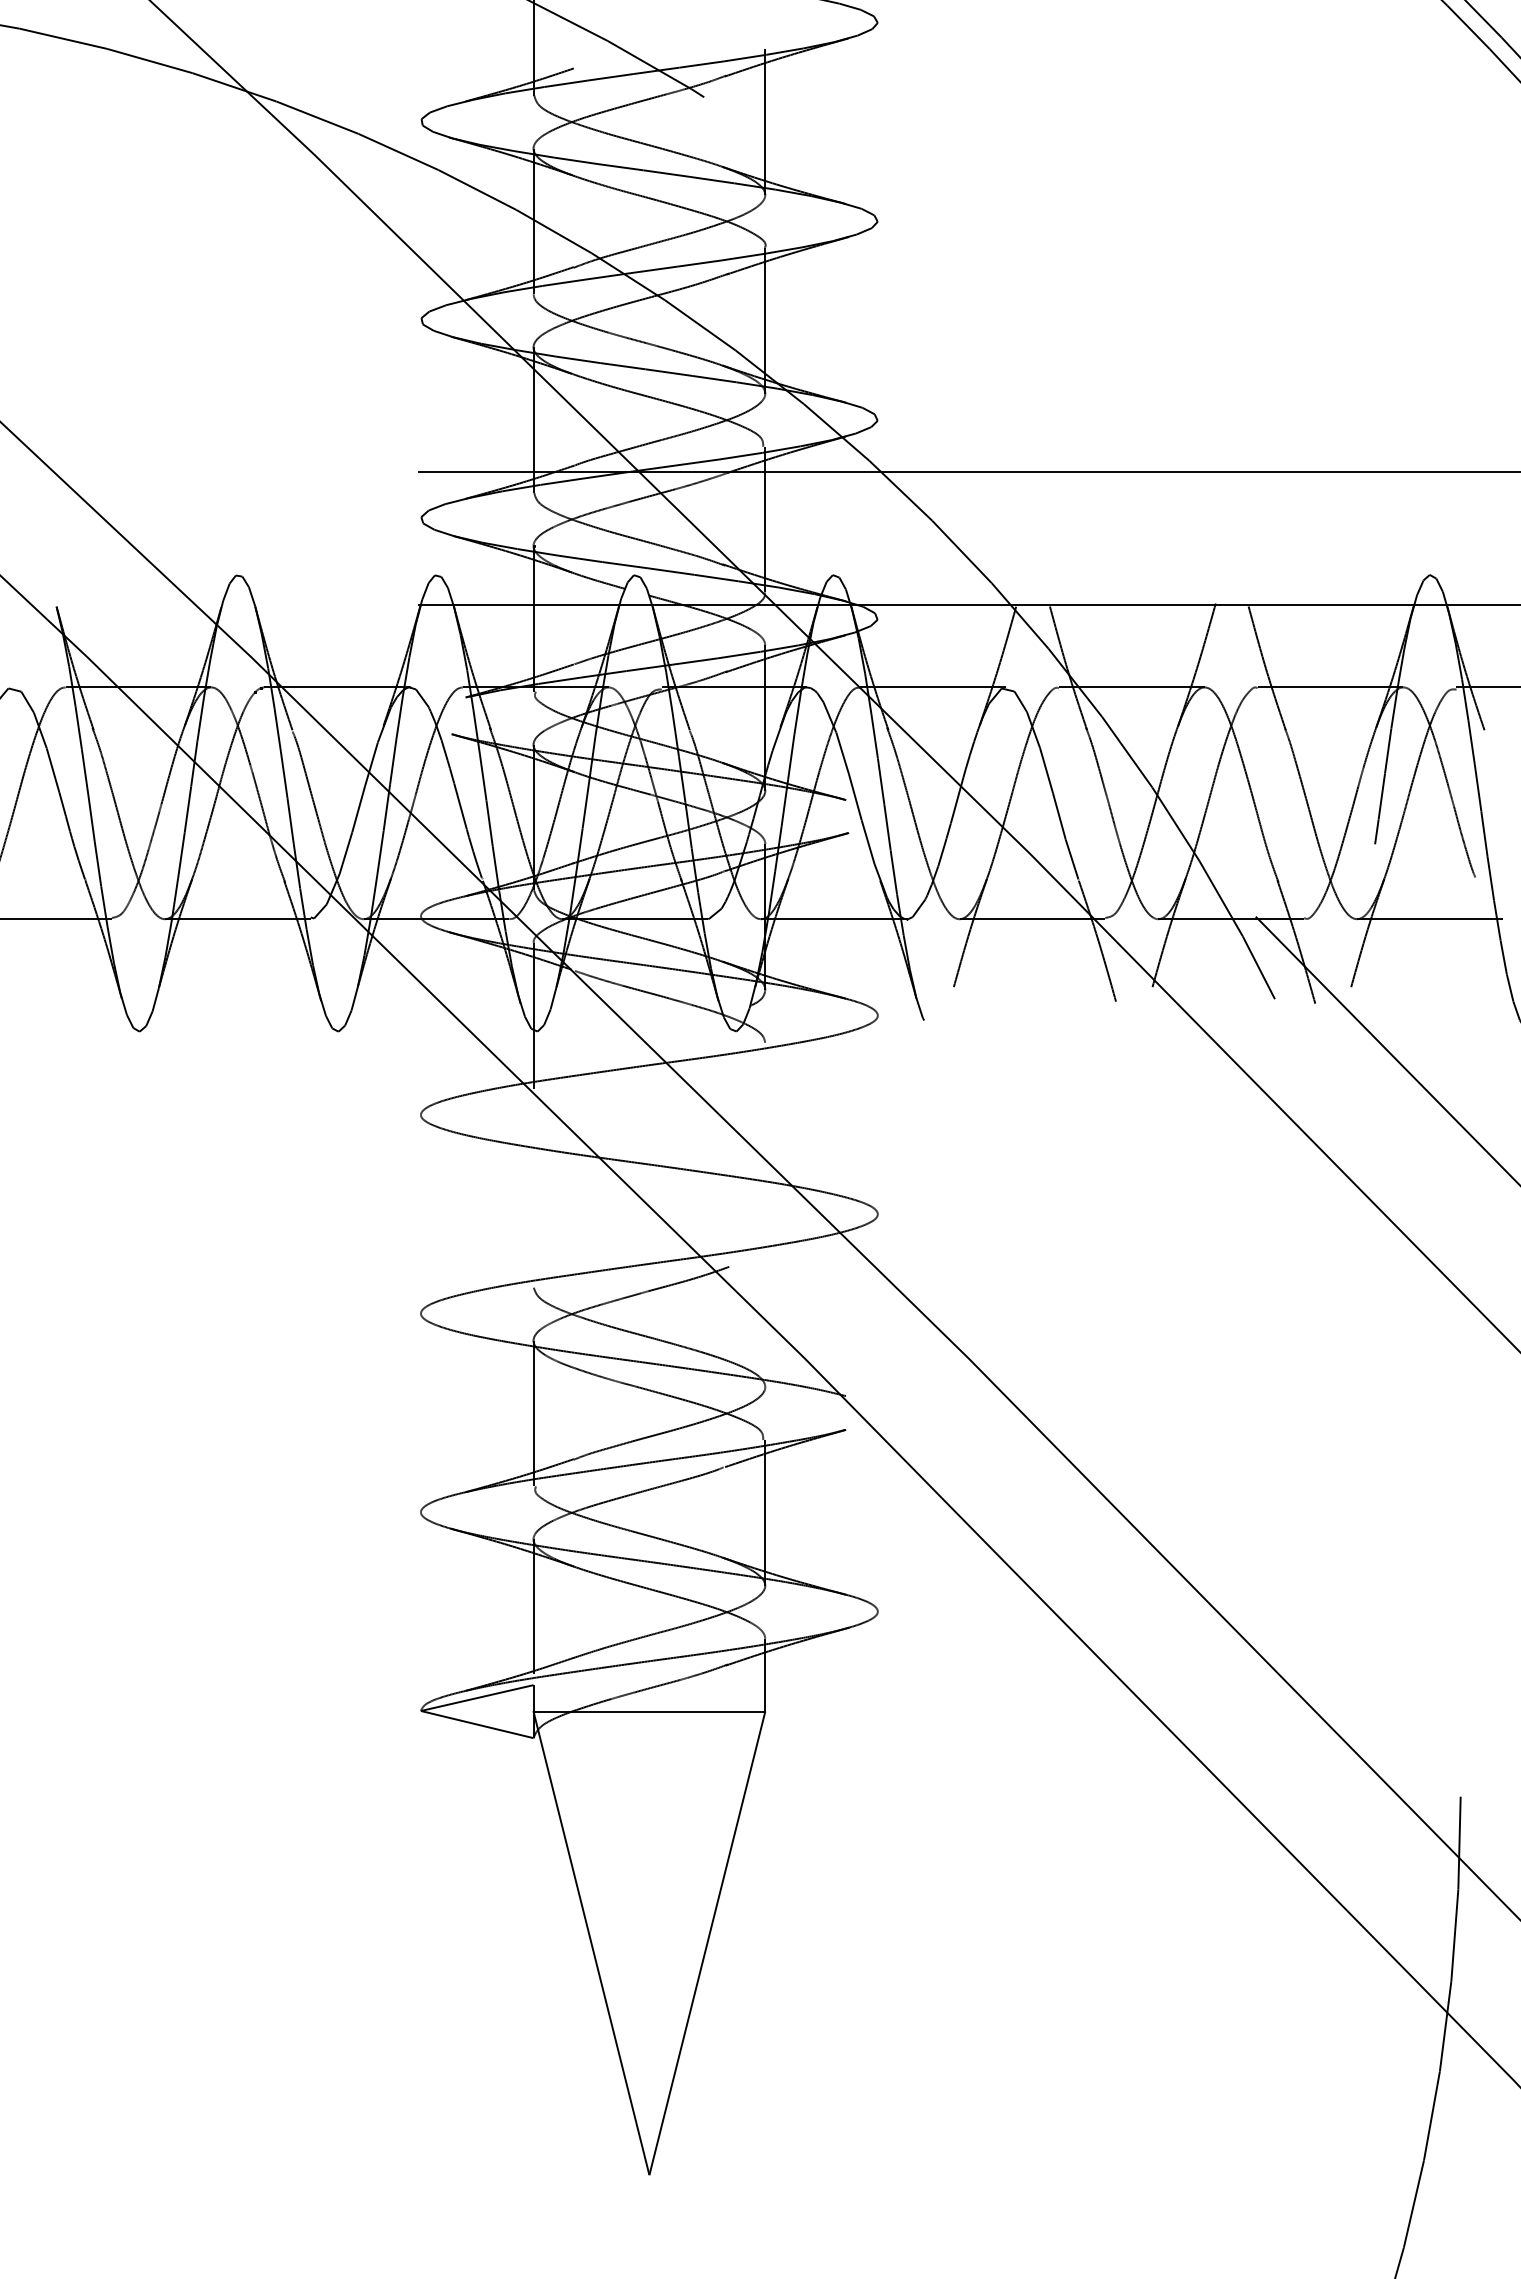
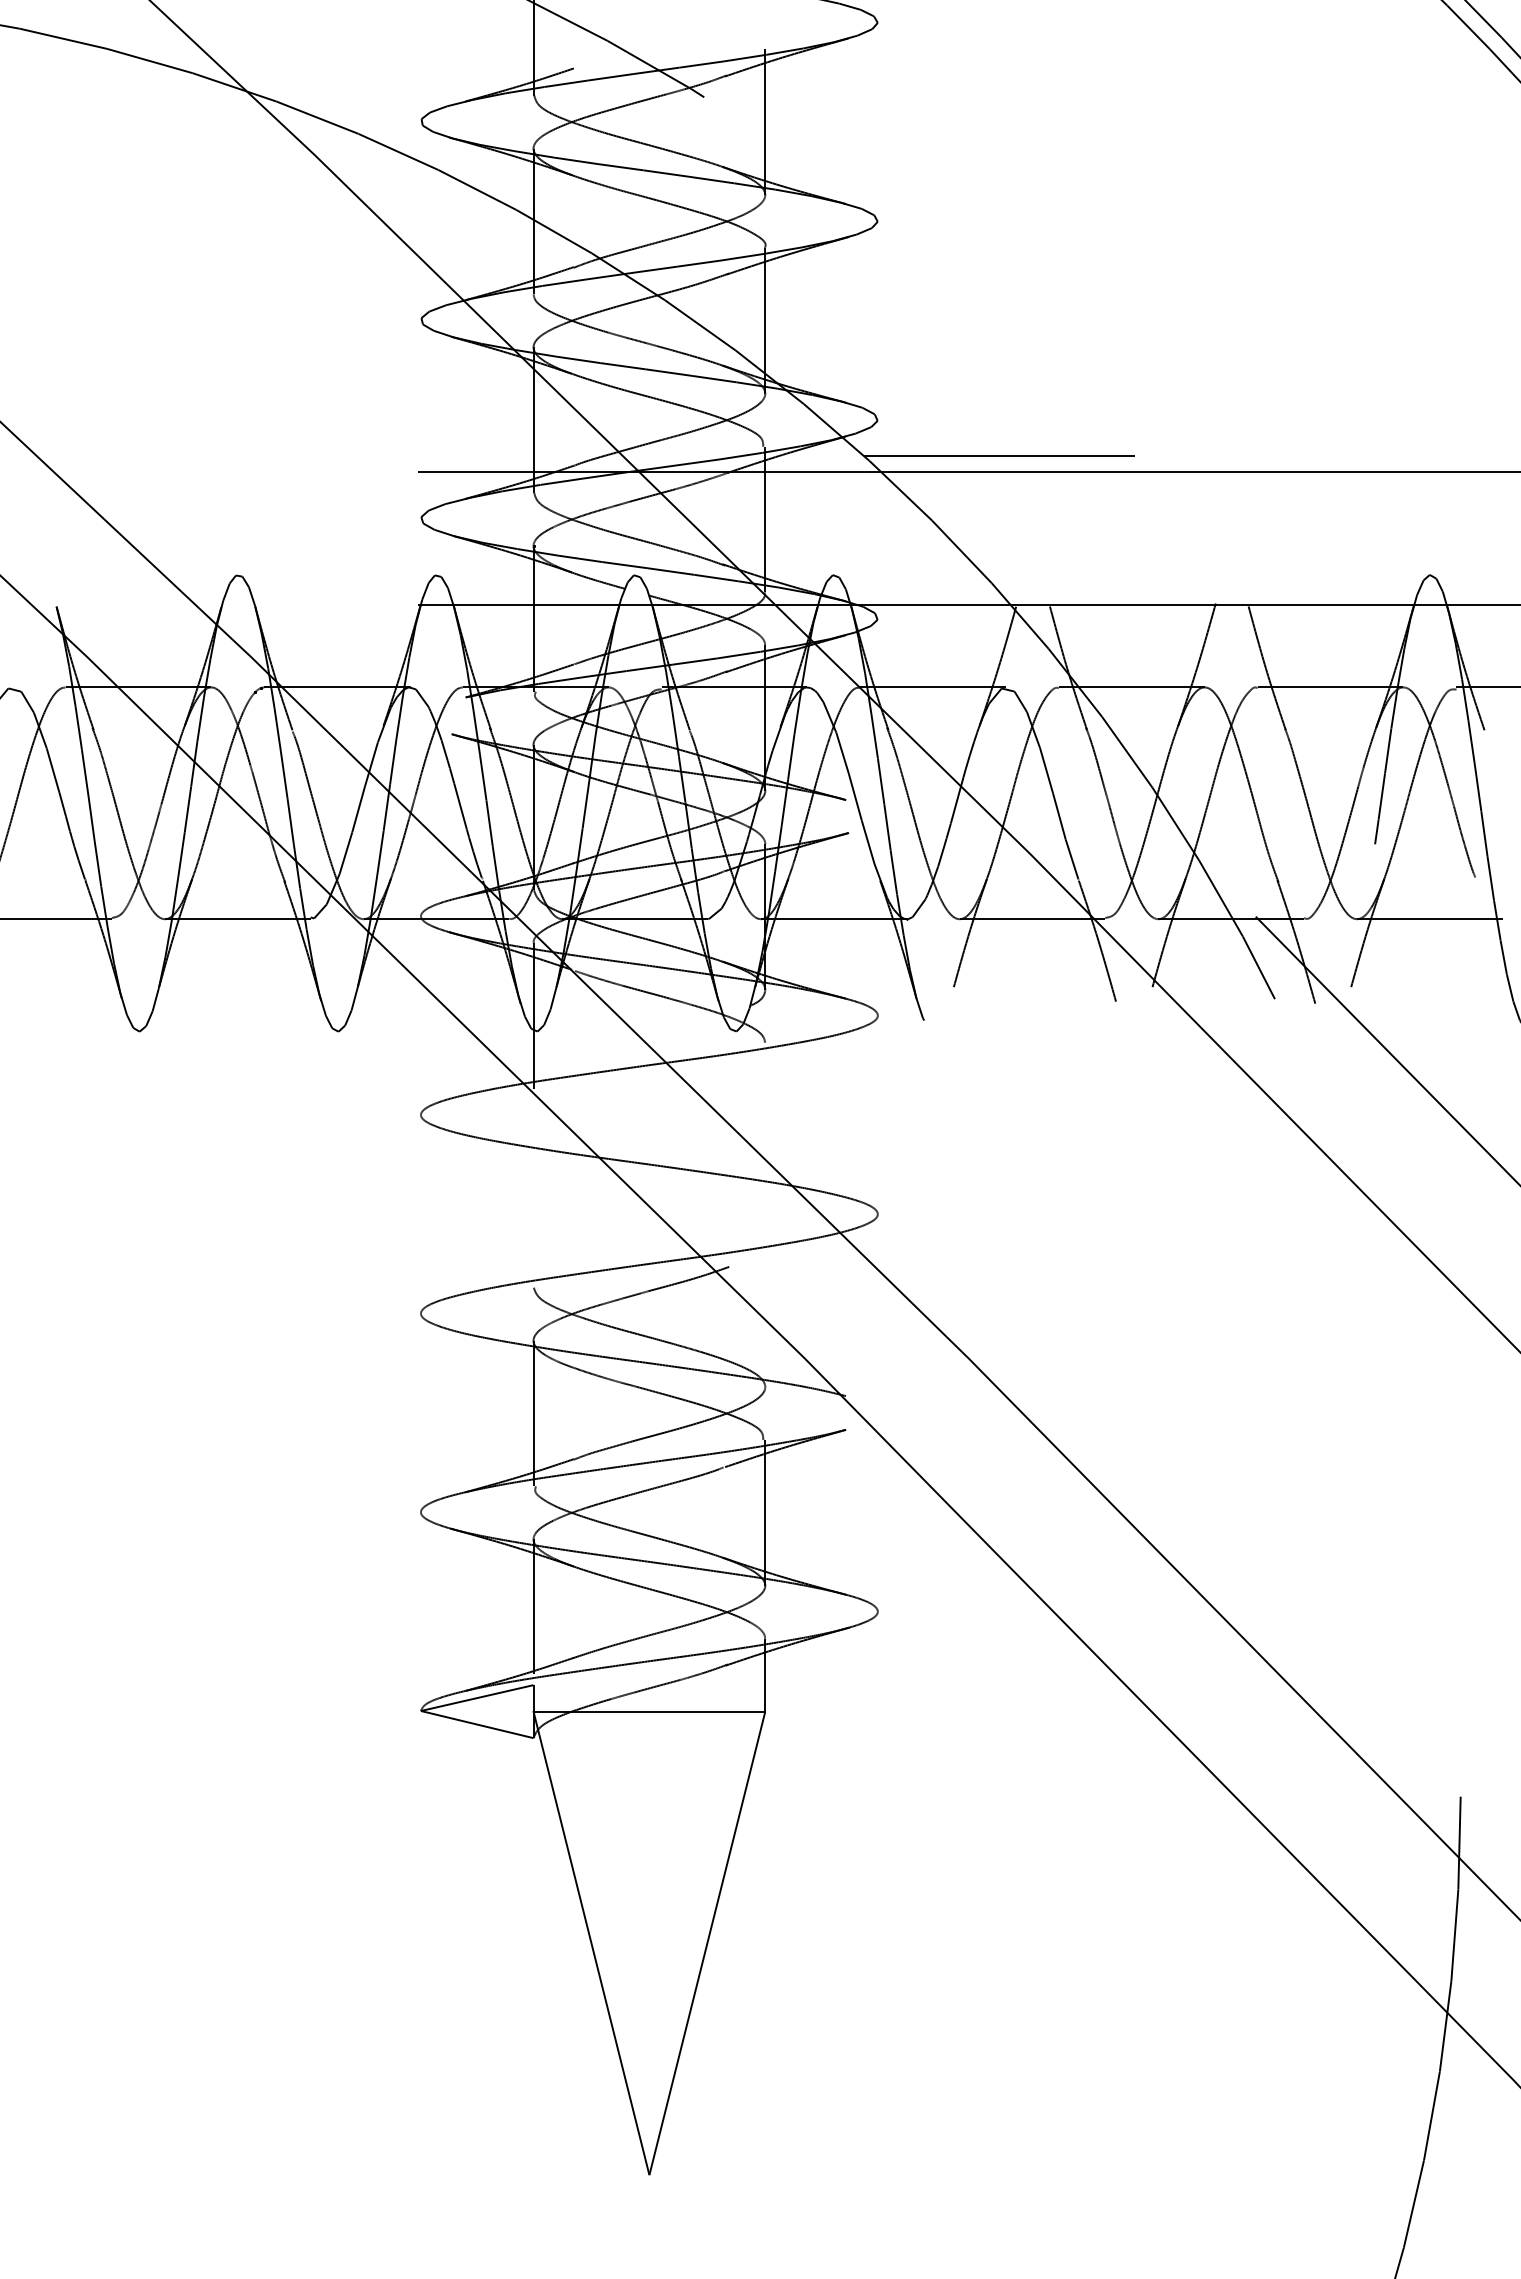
line at (999, 455): none -> present
